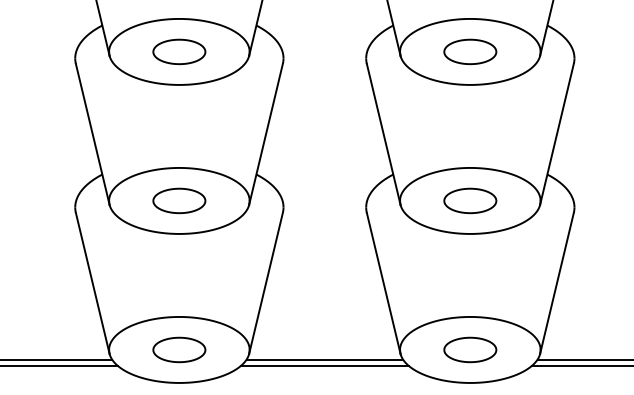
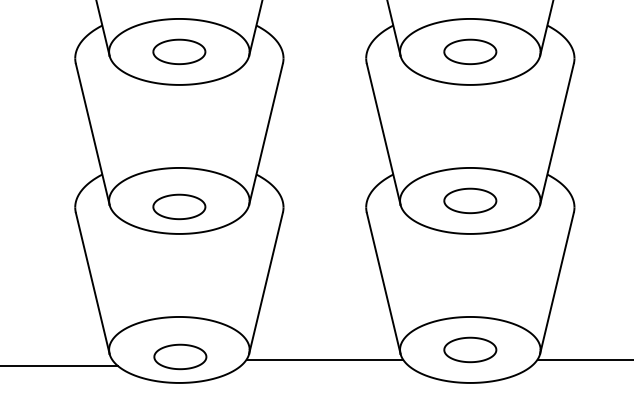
part at (179, 200) position: (179, 200) -> (179, 206)
part at (179, 349) position: (179, 349) -> (180, 356)
line at (57, 359): present -> none
line at (324, 365): present -> none
line at (580, 365): present -> none
